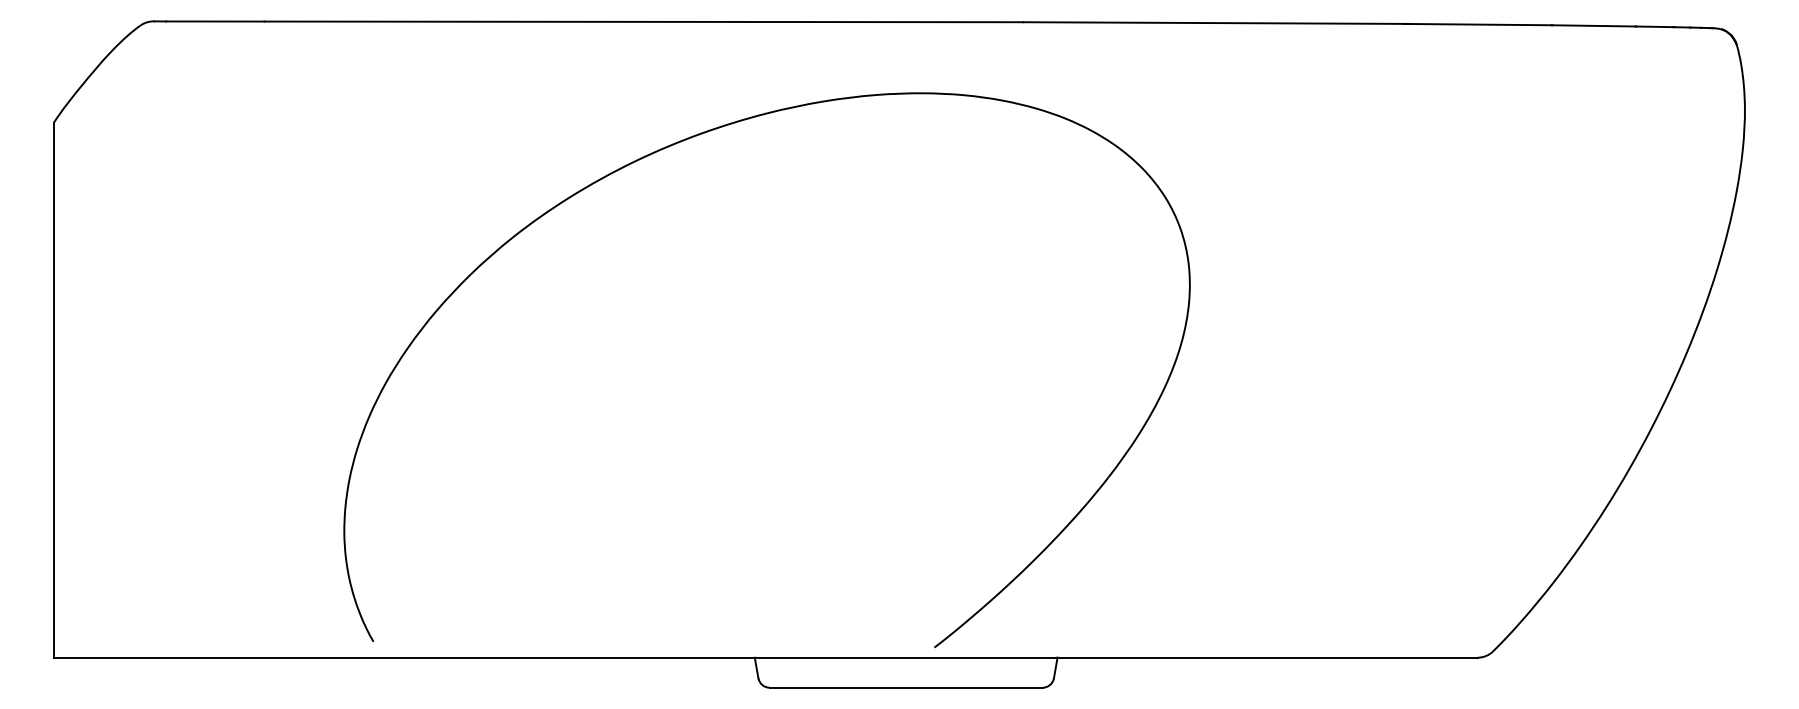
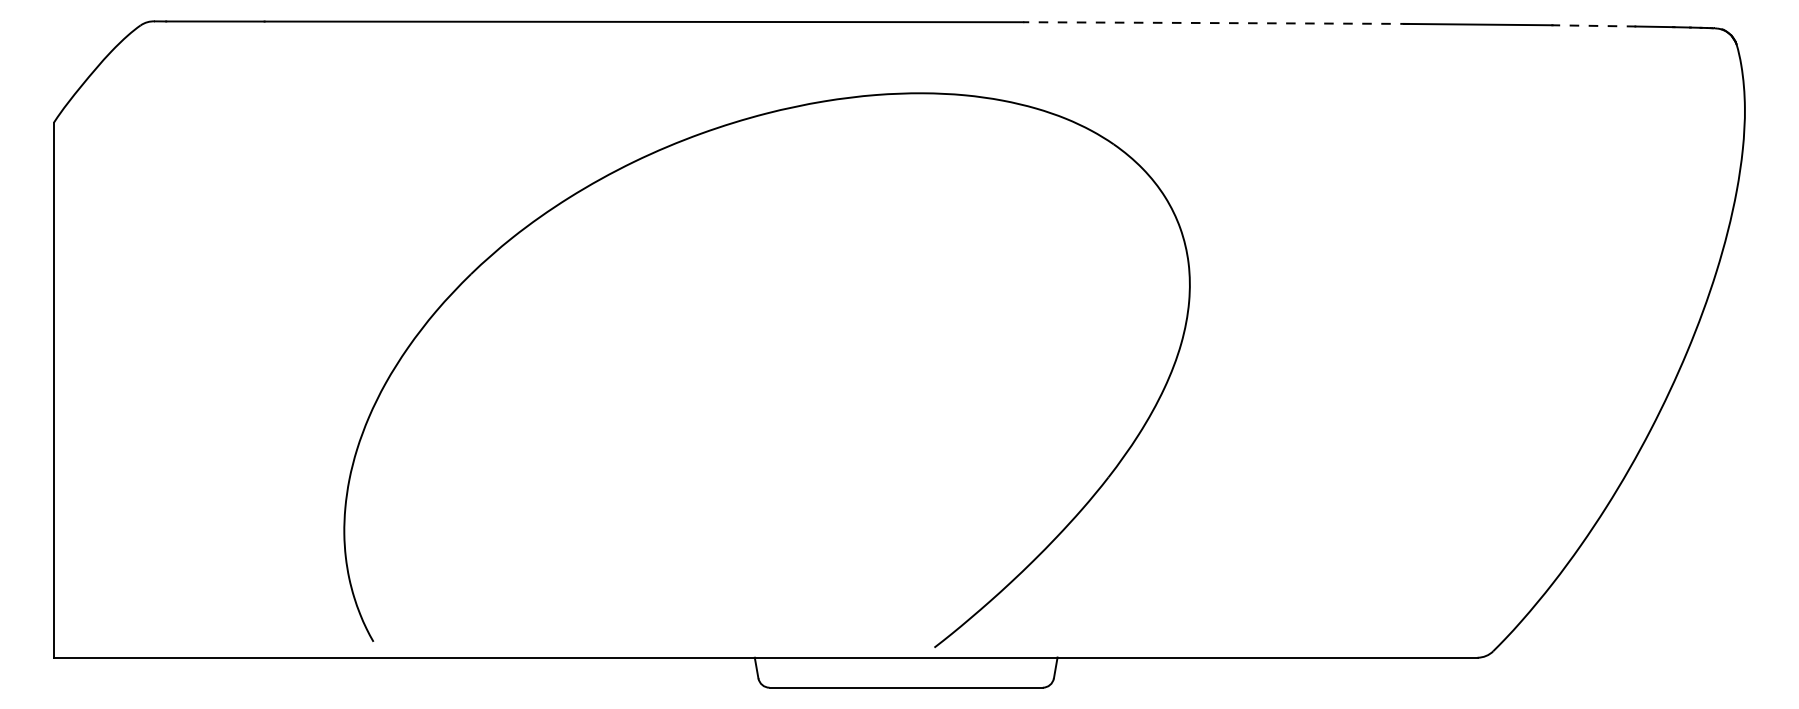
line at (1216, 23): solid -> dashed
line at (1593, 25): solid -> dashed
